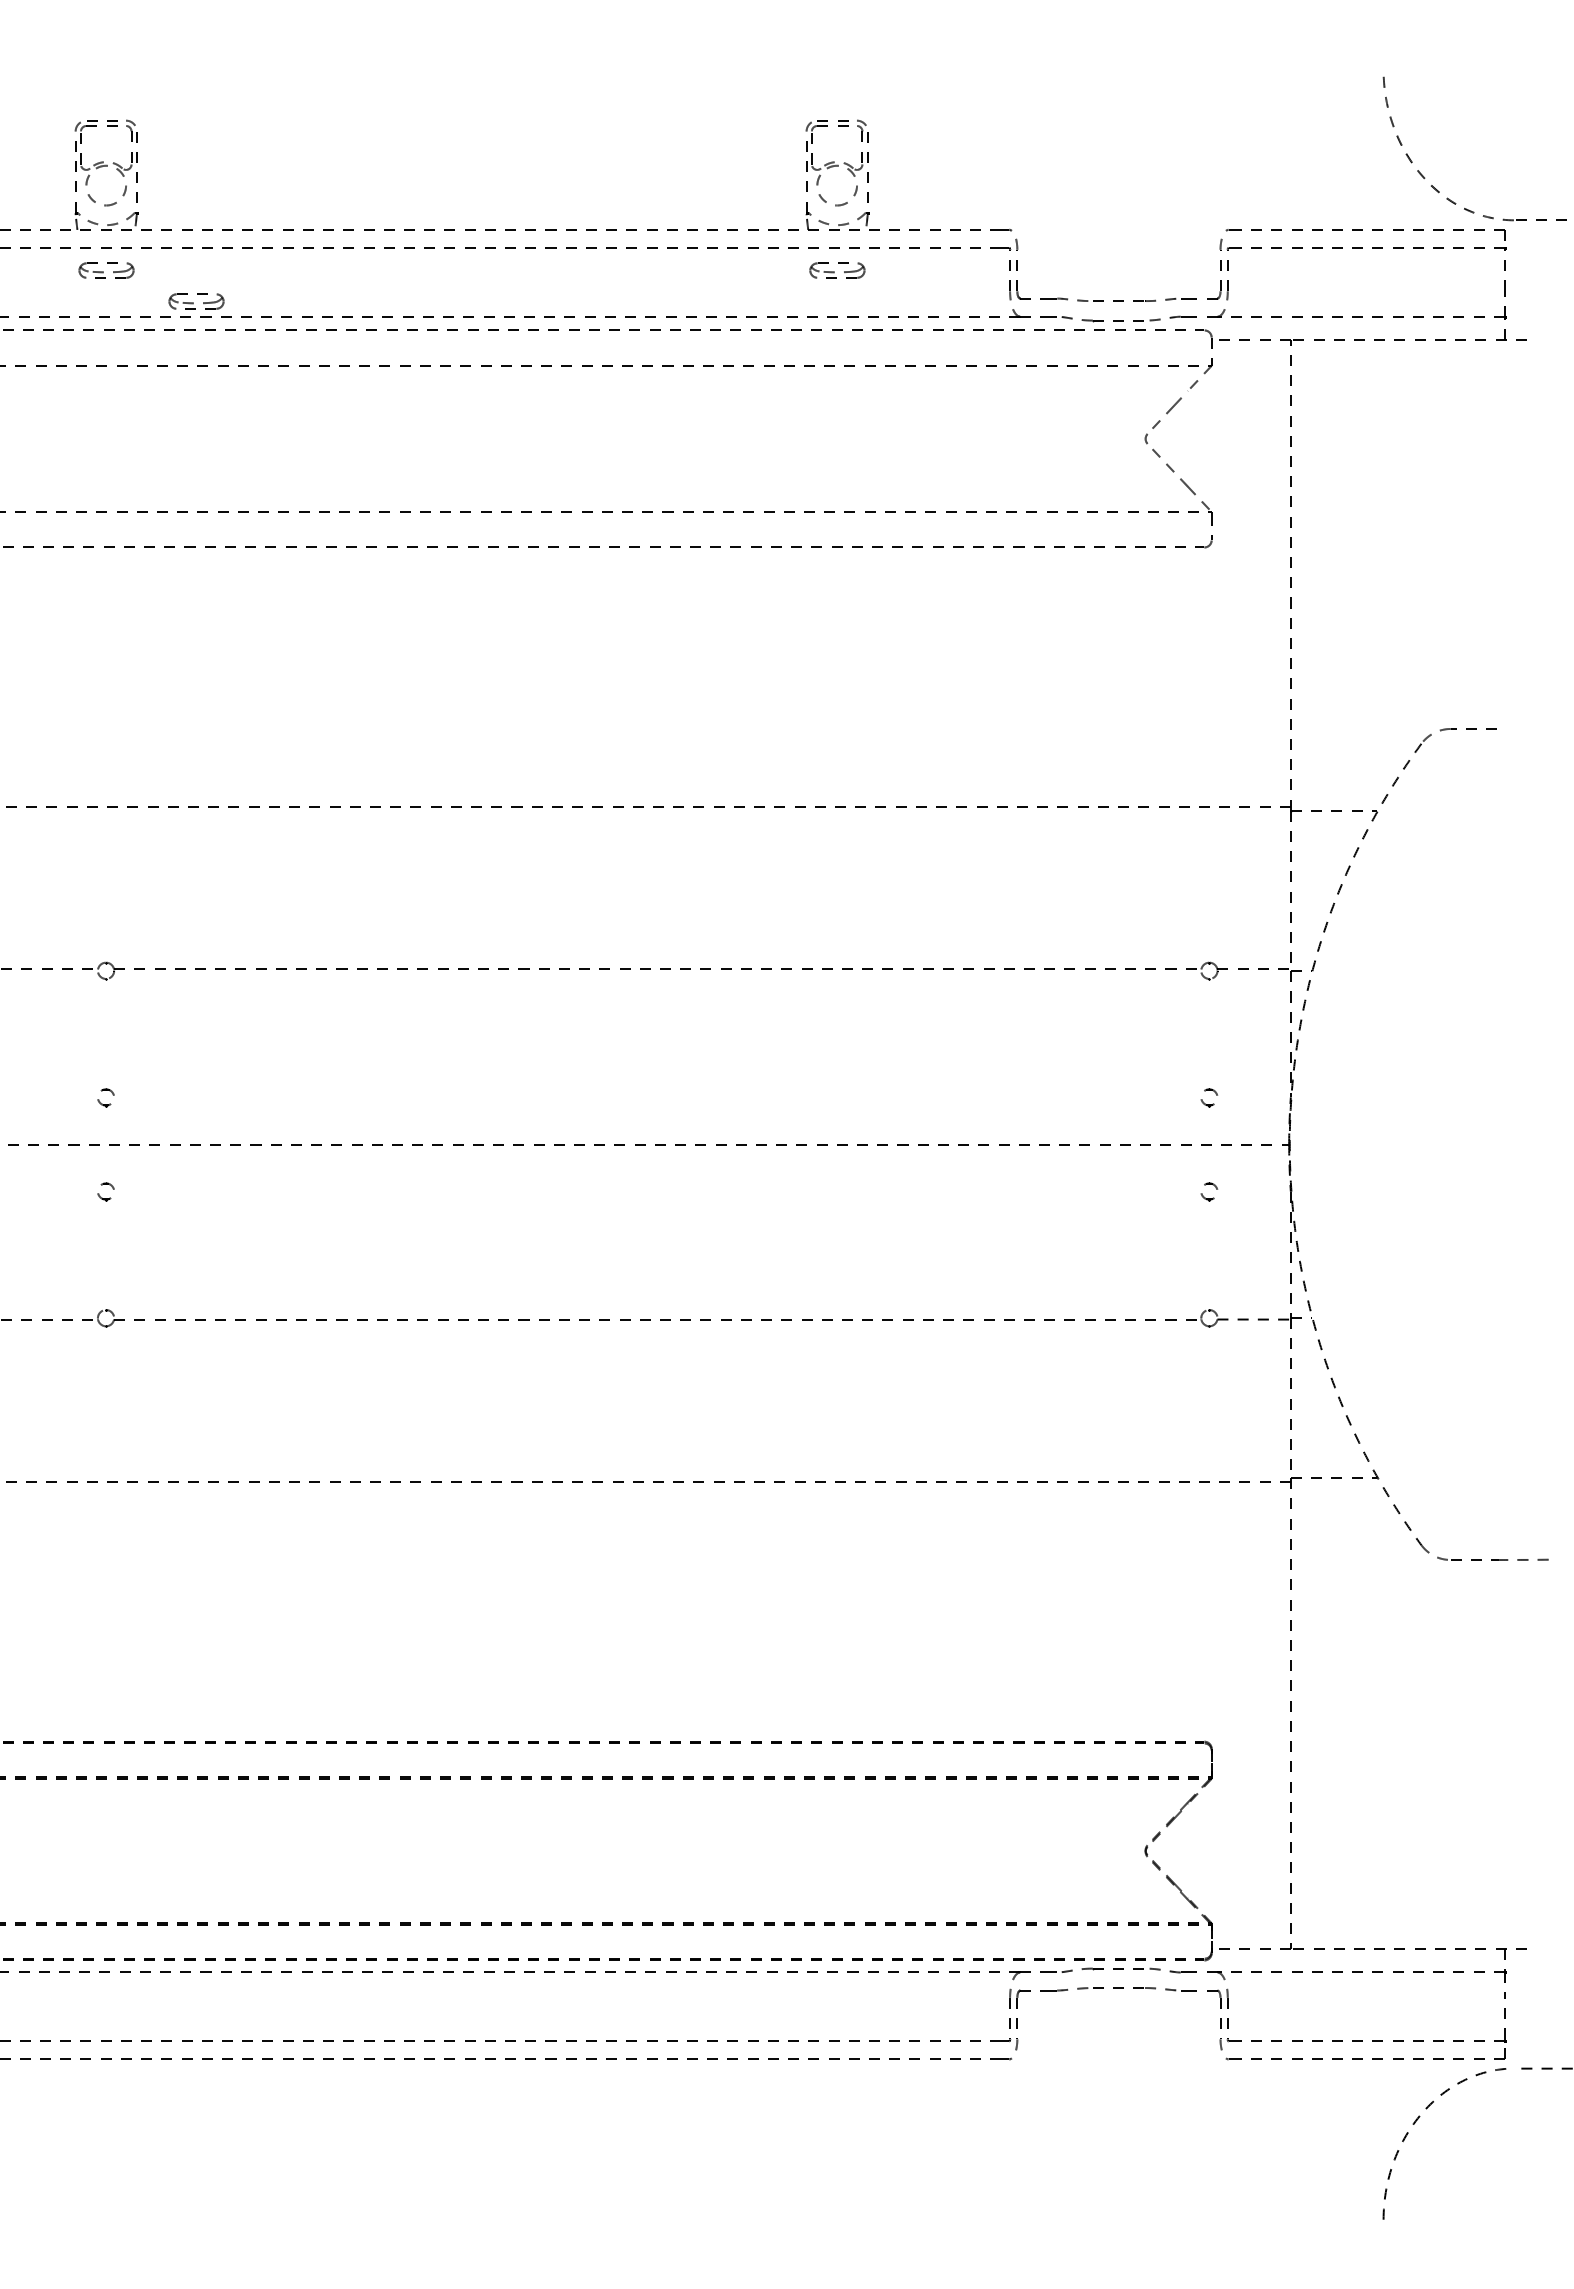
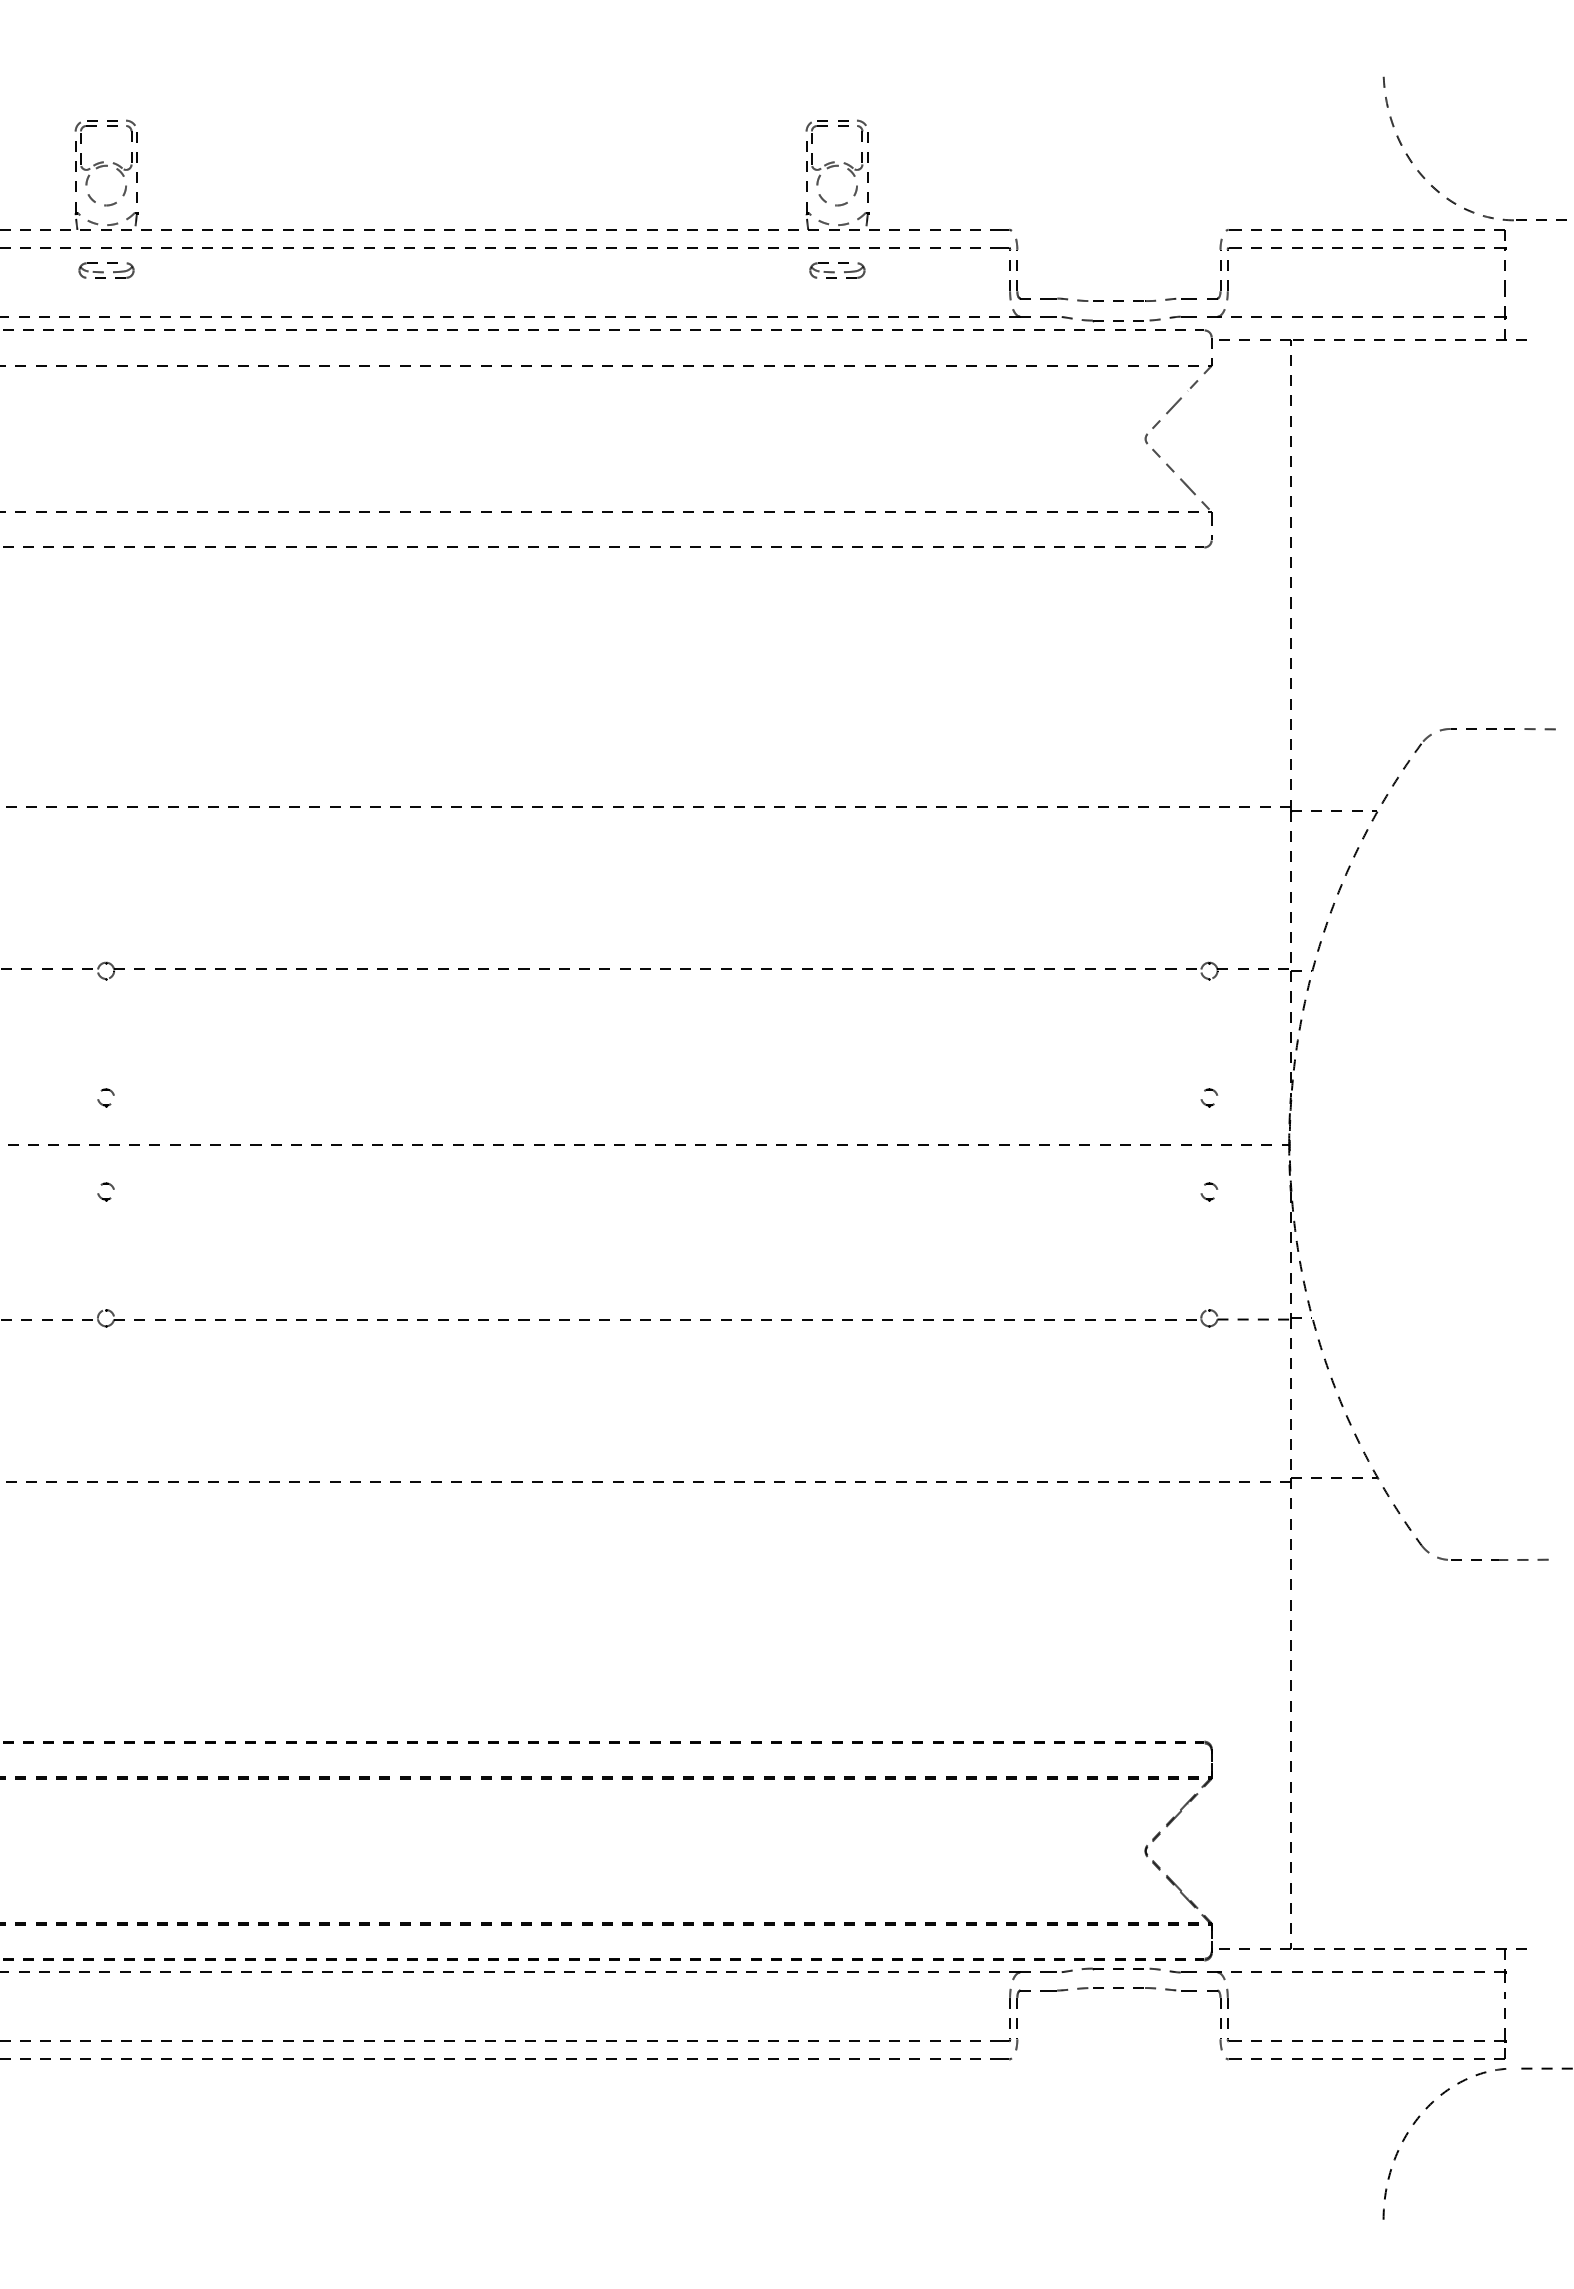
part at (196, 301): present -> none
curve at (1529, 729): none -> present
